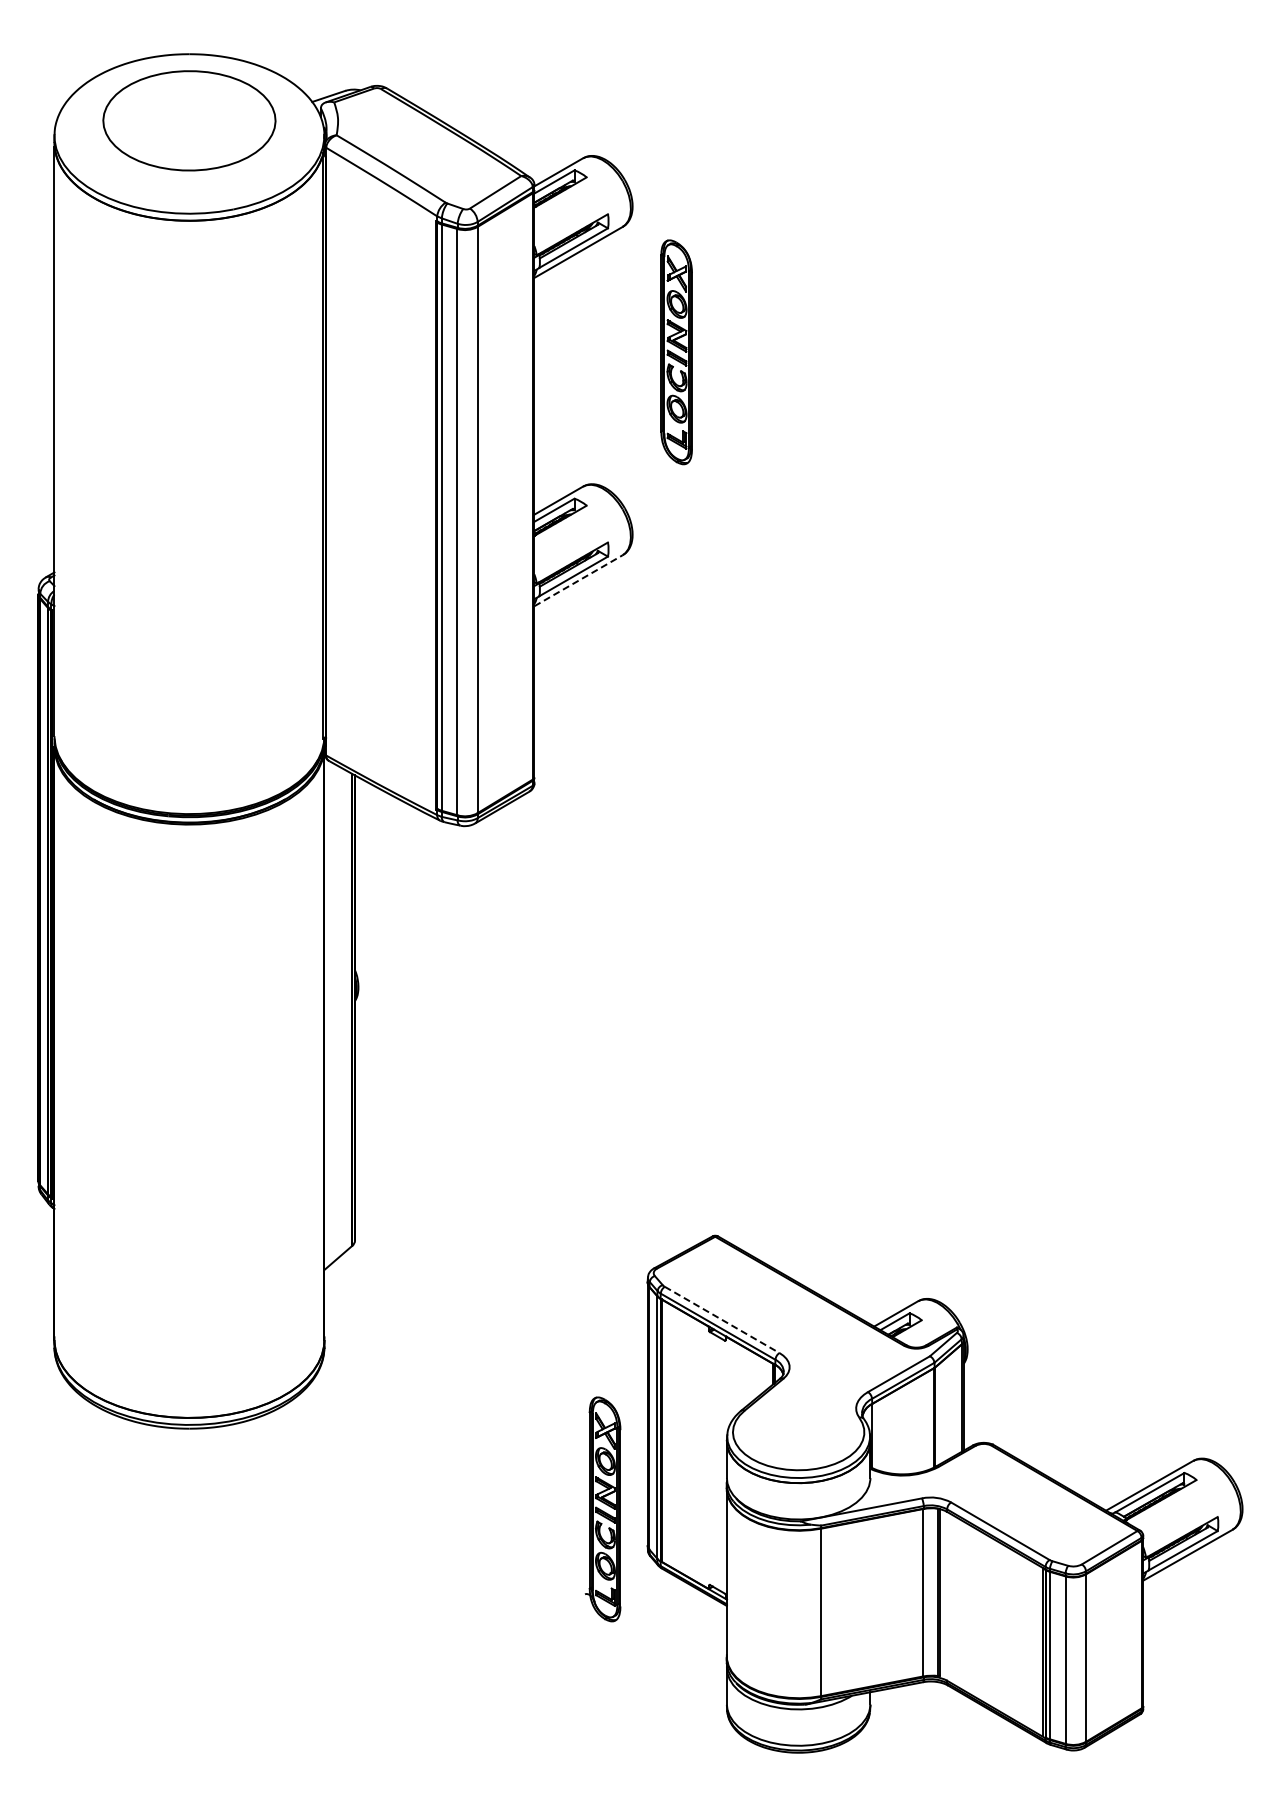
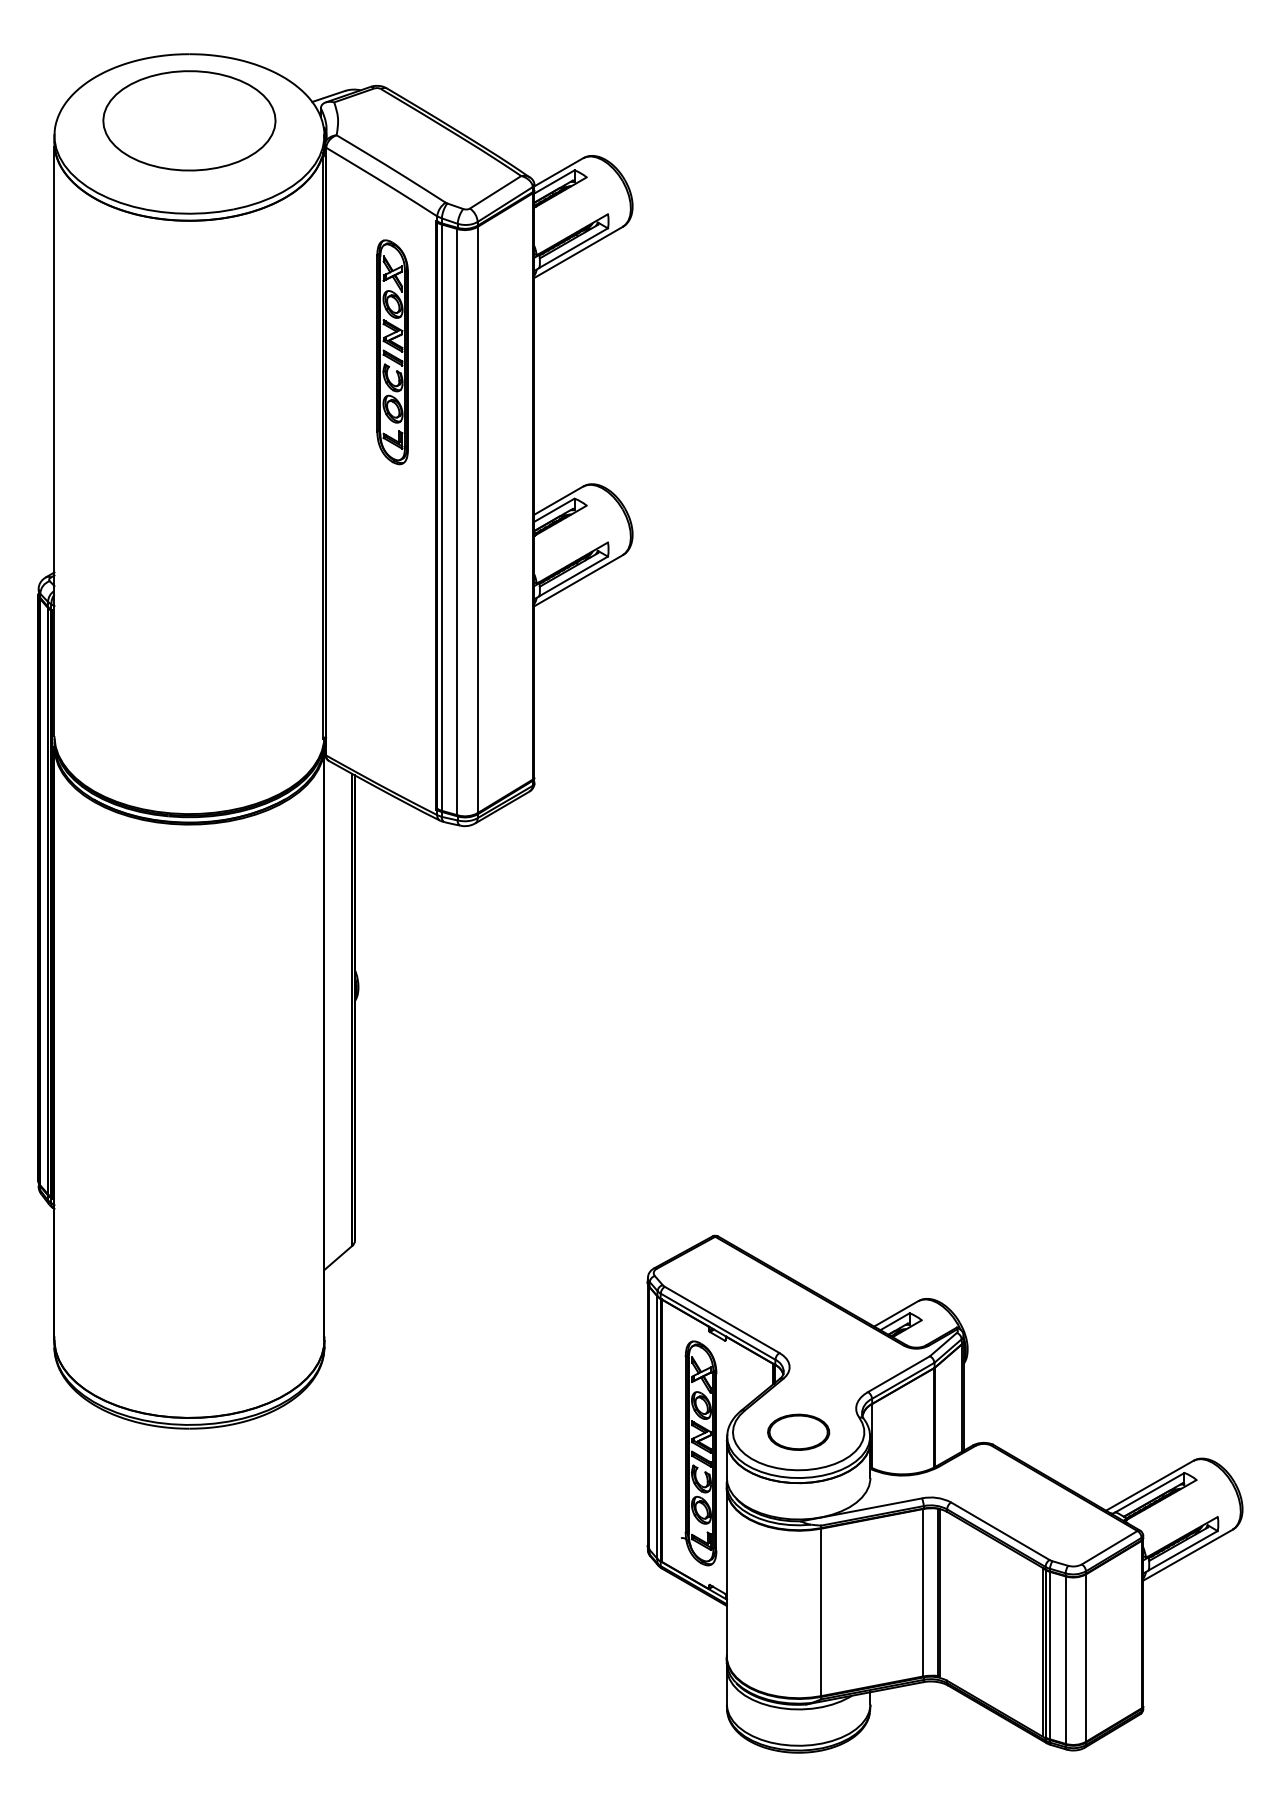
part at (676, 352) position: (676, 352) -> (392, 352)
line at (579, 580): dashed -> solid
line at (722, 1320): dashed -> solid
part at (798, 1431): none -> present
part at (602, 1509) position: (602, 1509) -> (698, 1453)
